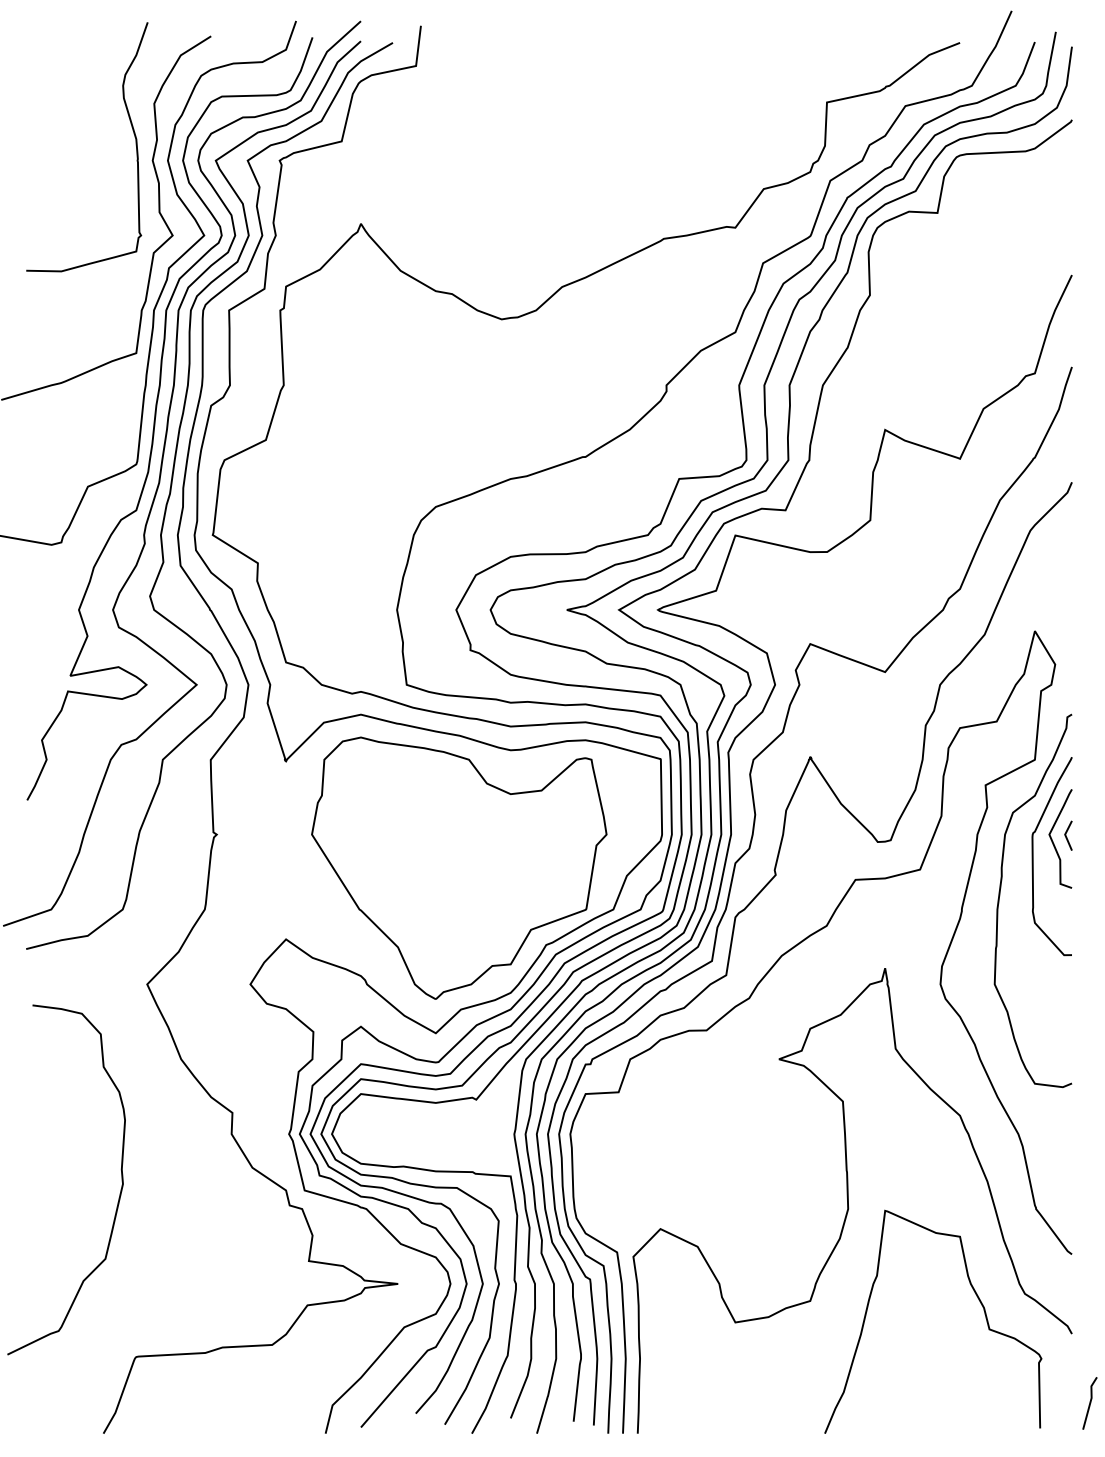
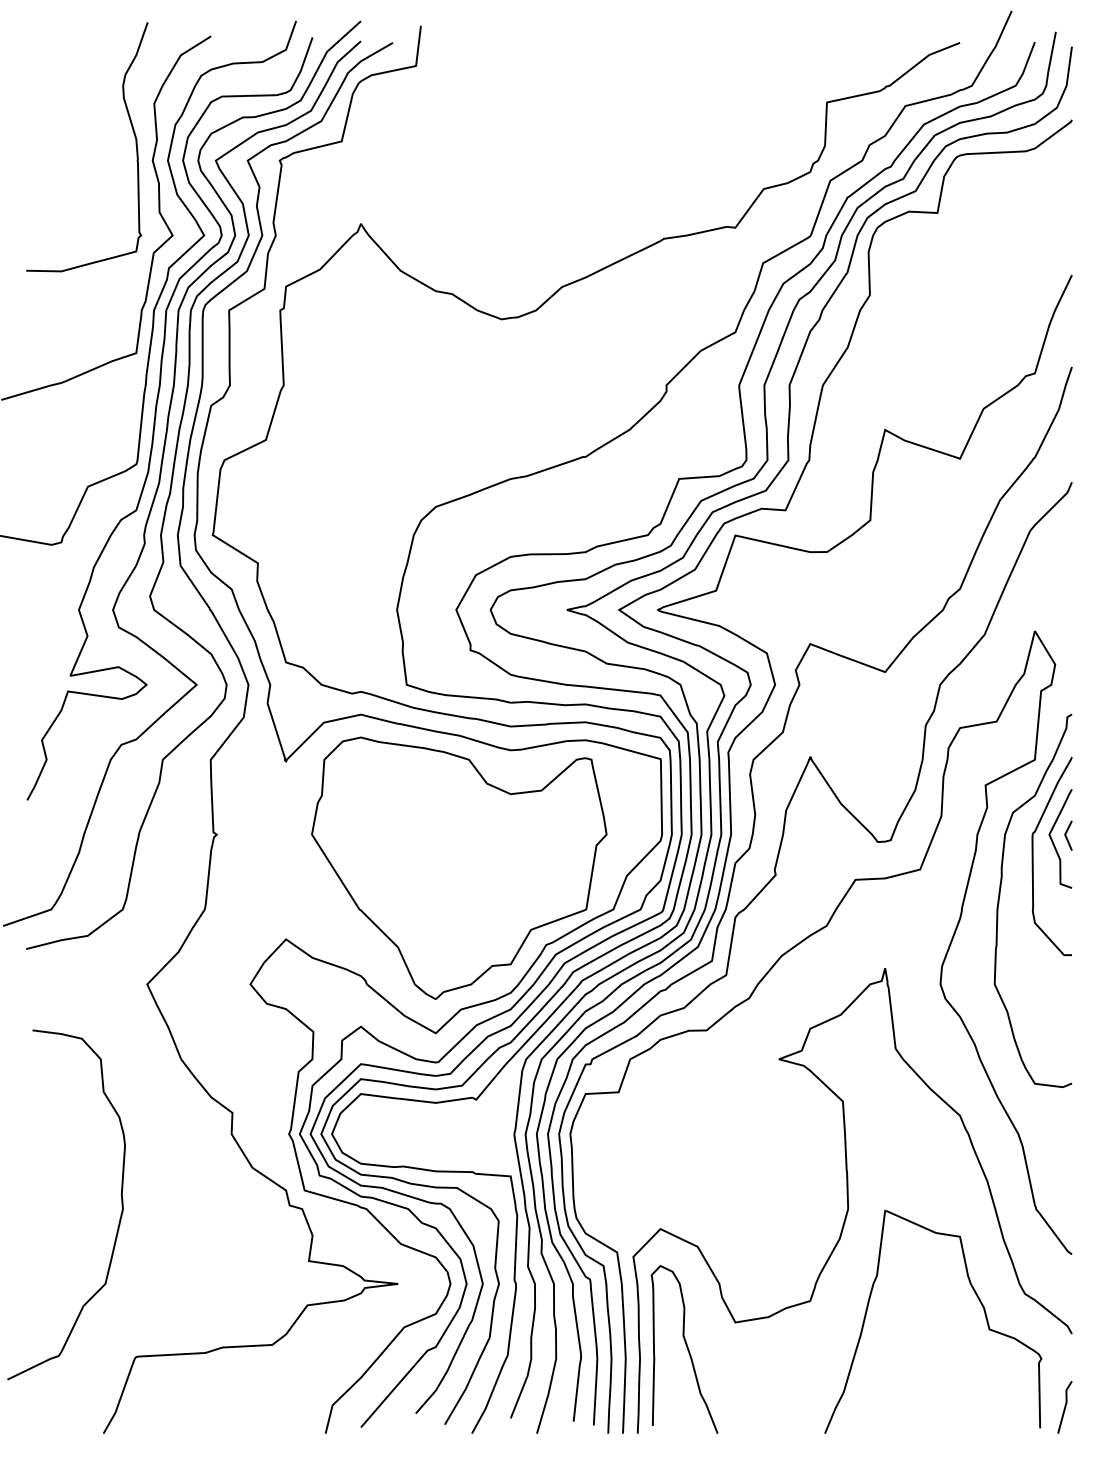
curve at (119, 1193) position: (119, 1193) -> (119, 1218)
curve at (686, 1348): none -> present
line at (1089, 1403) position: (1089, 1403) -> (1064, 1407)
